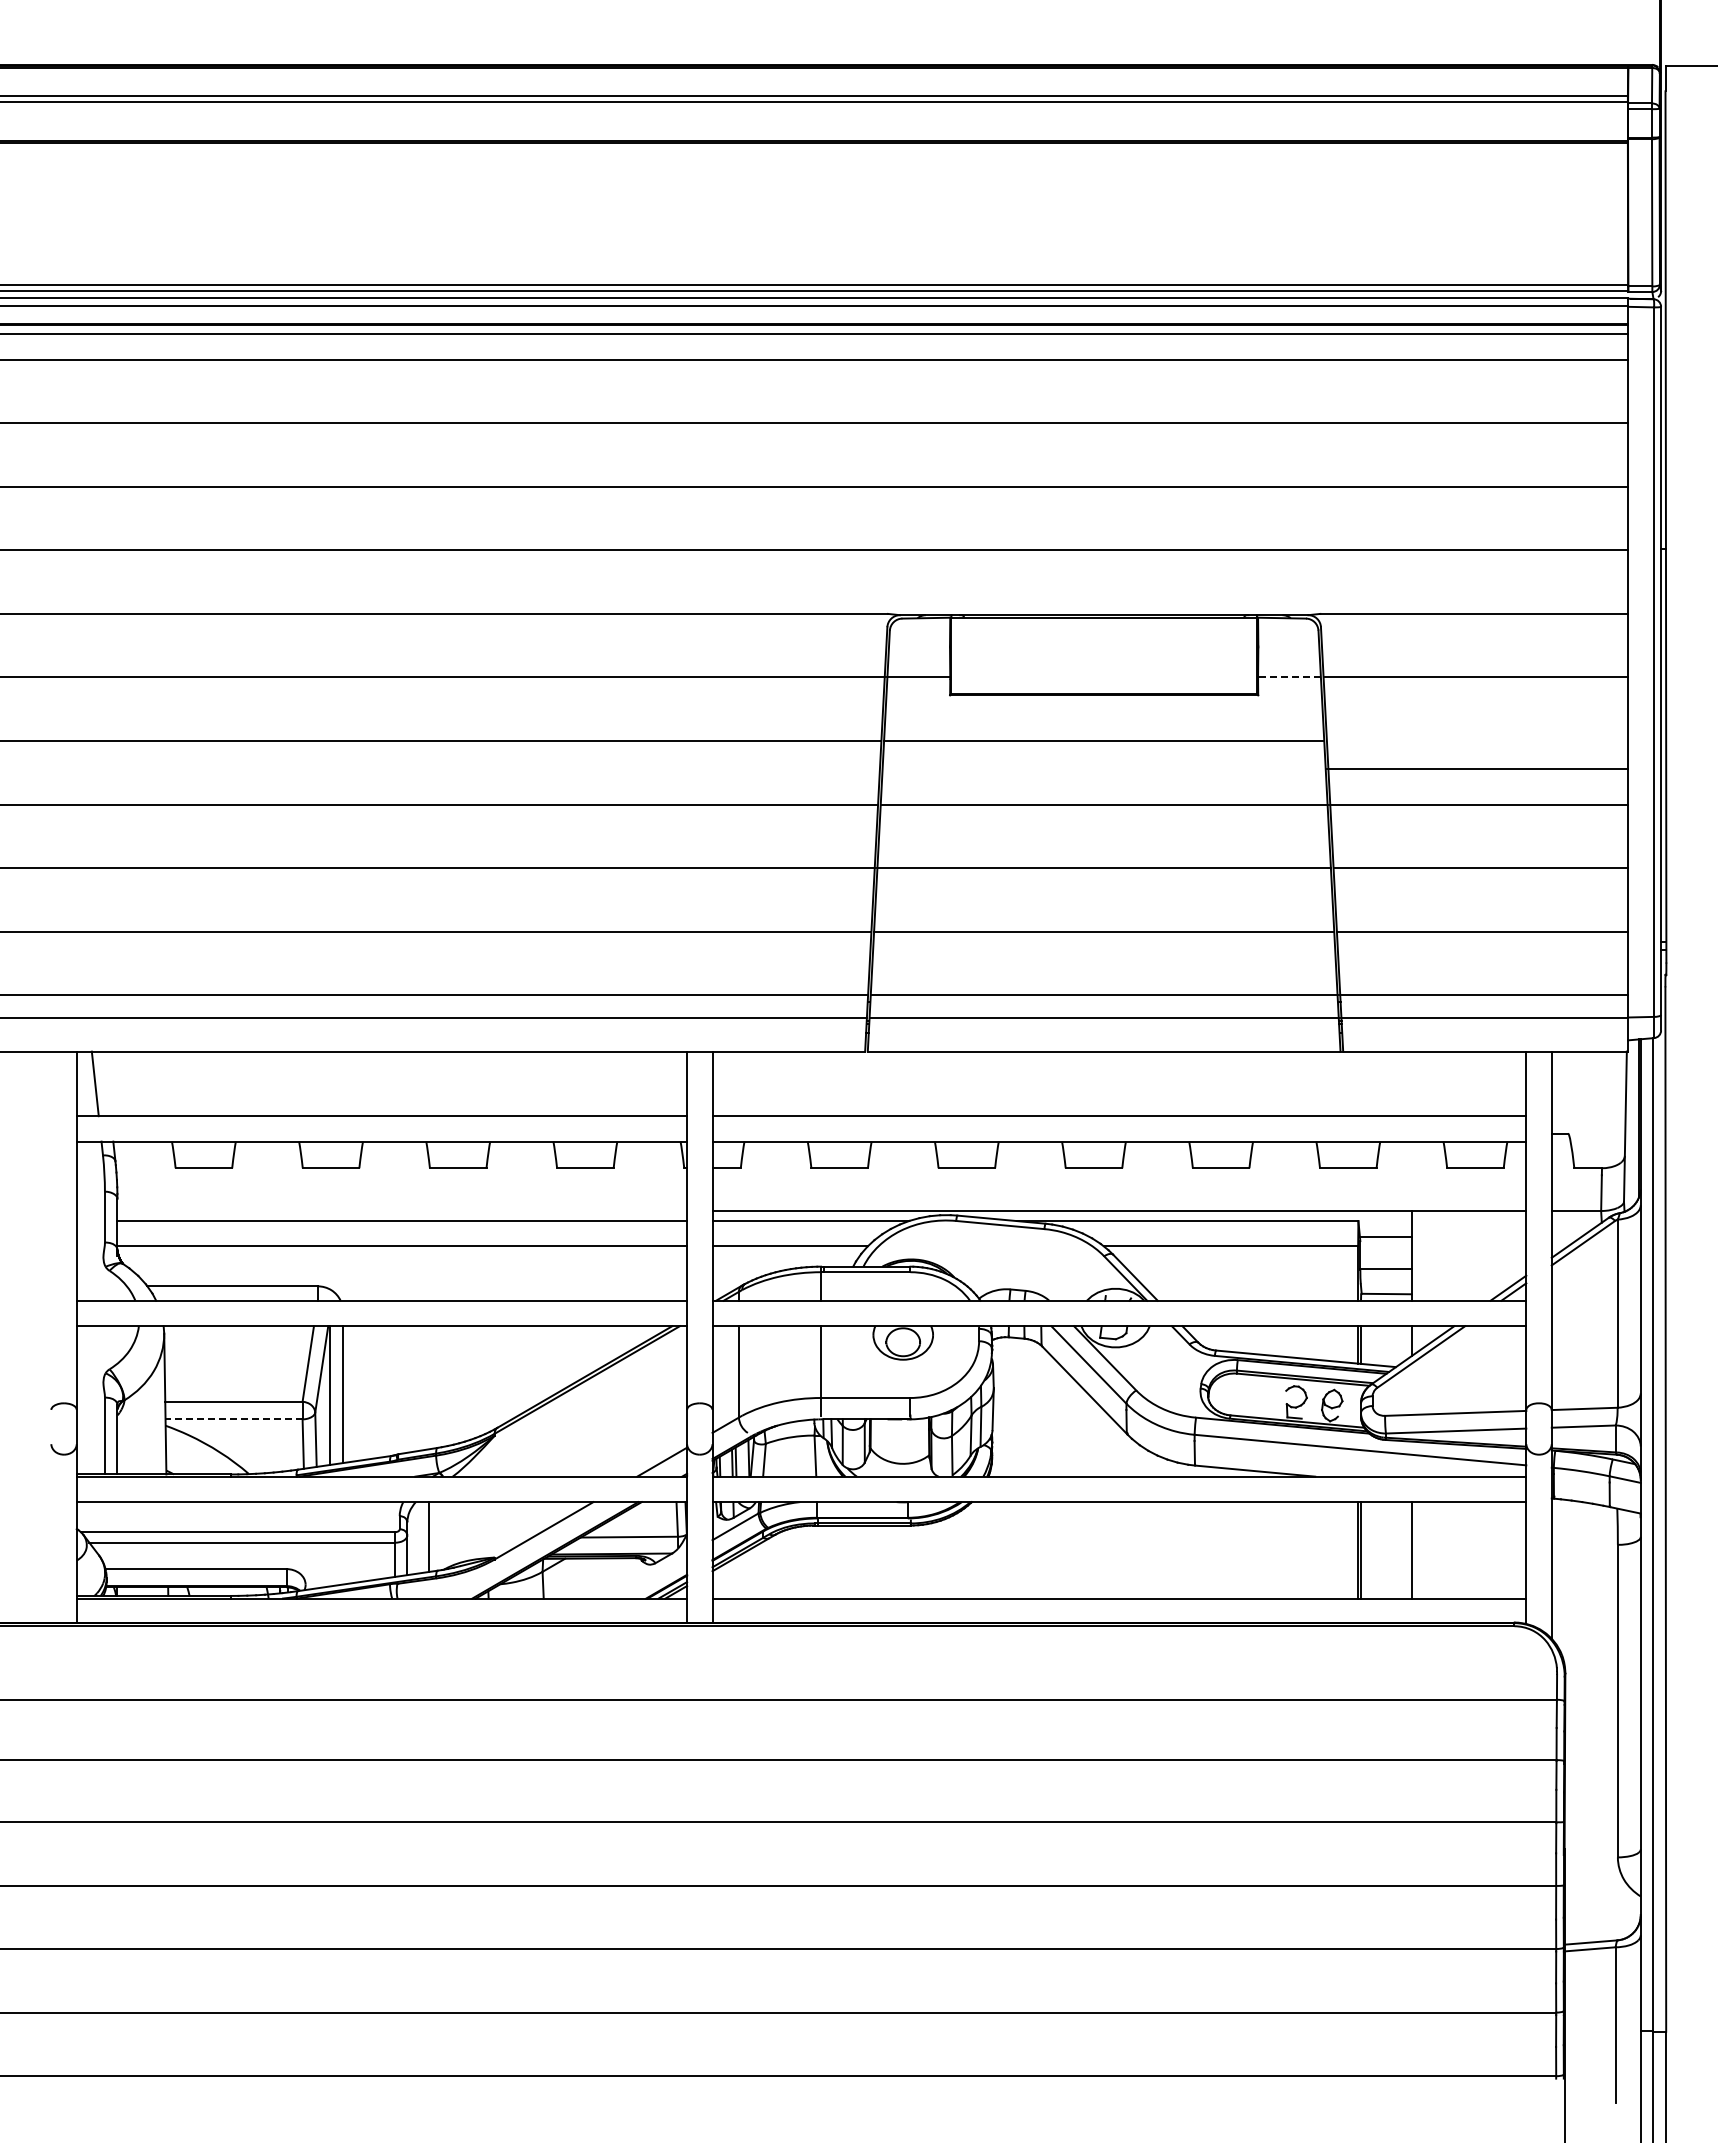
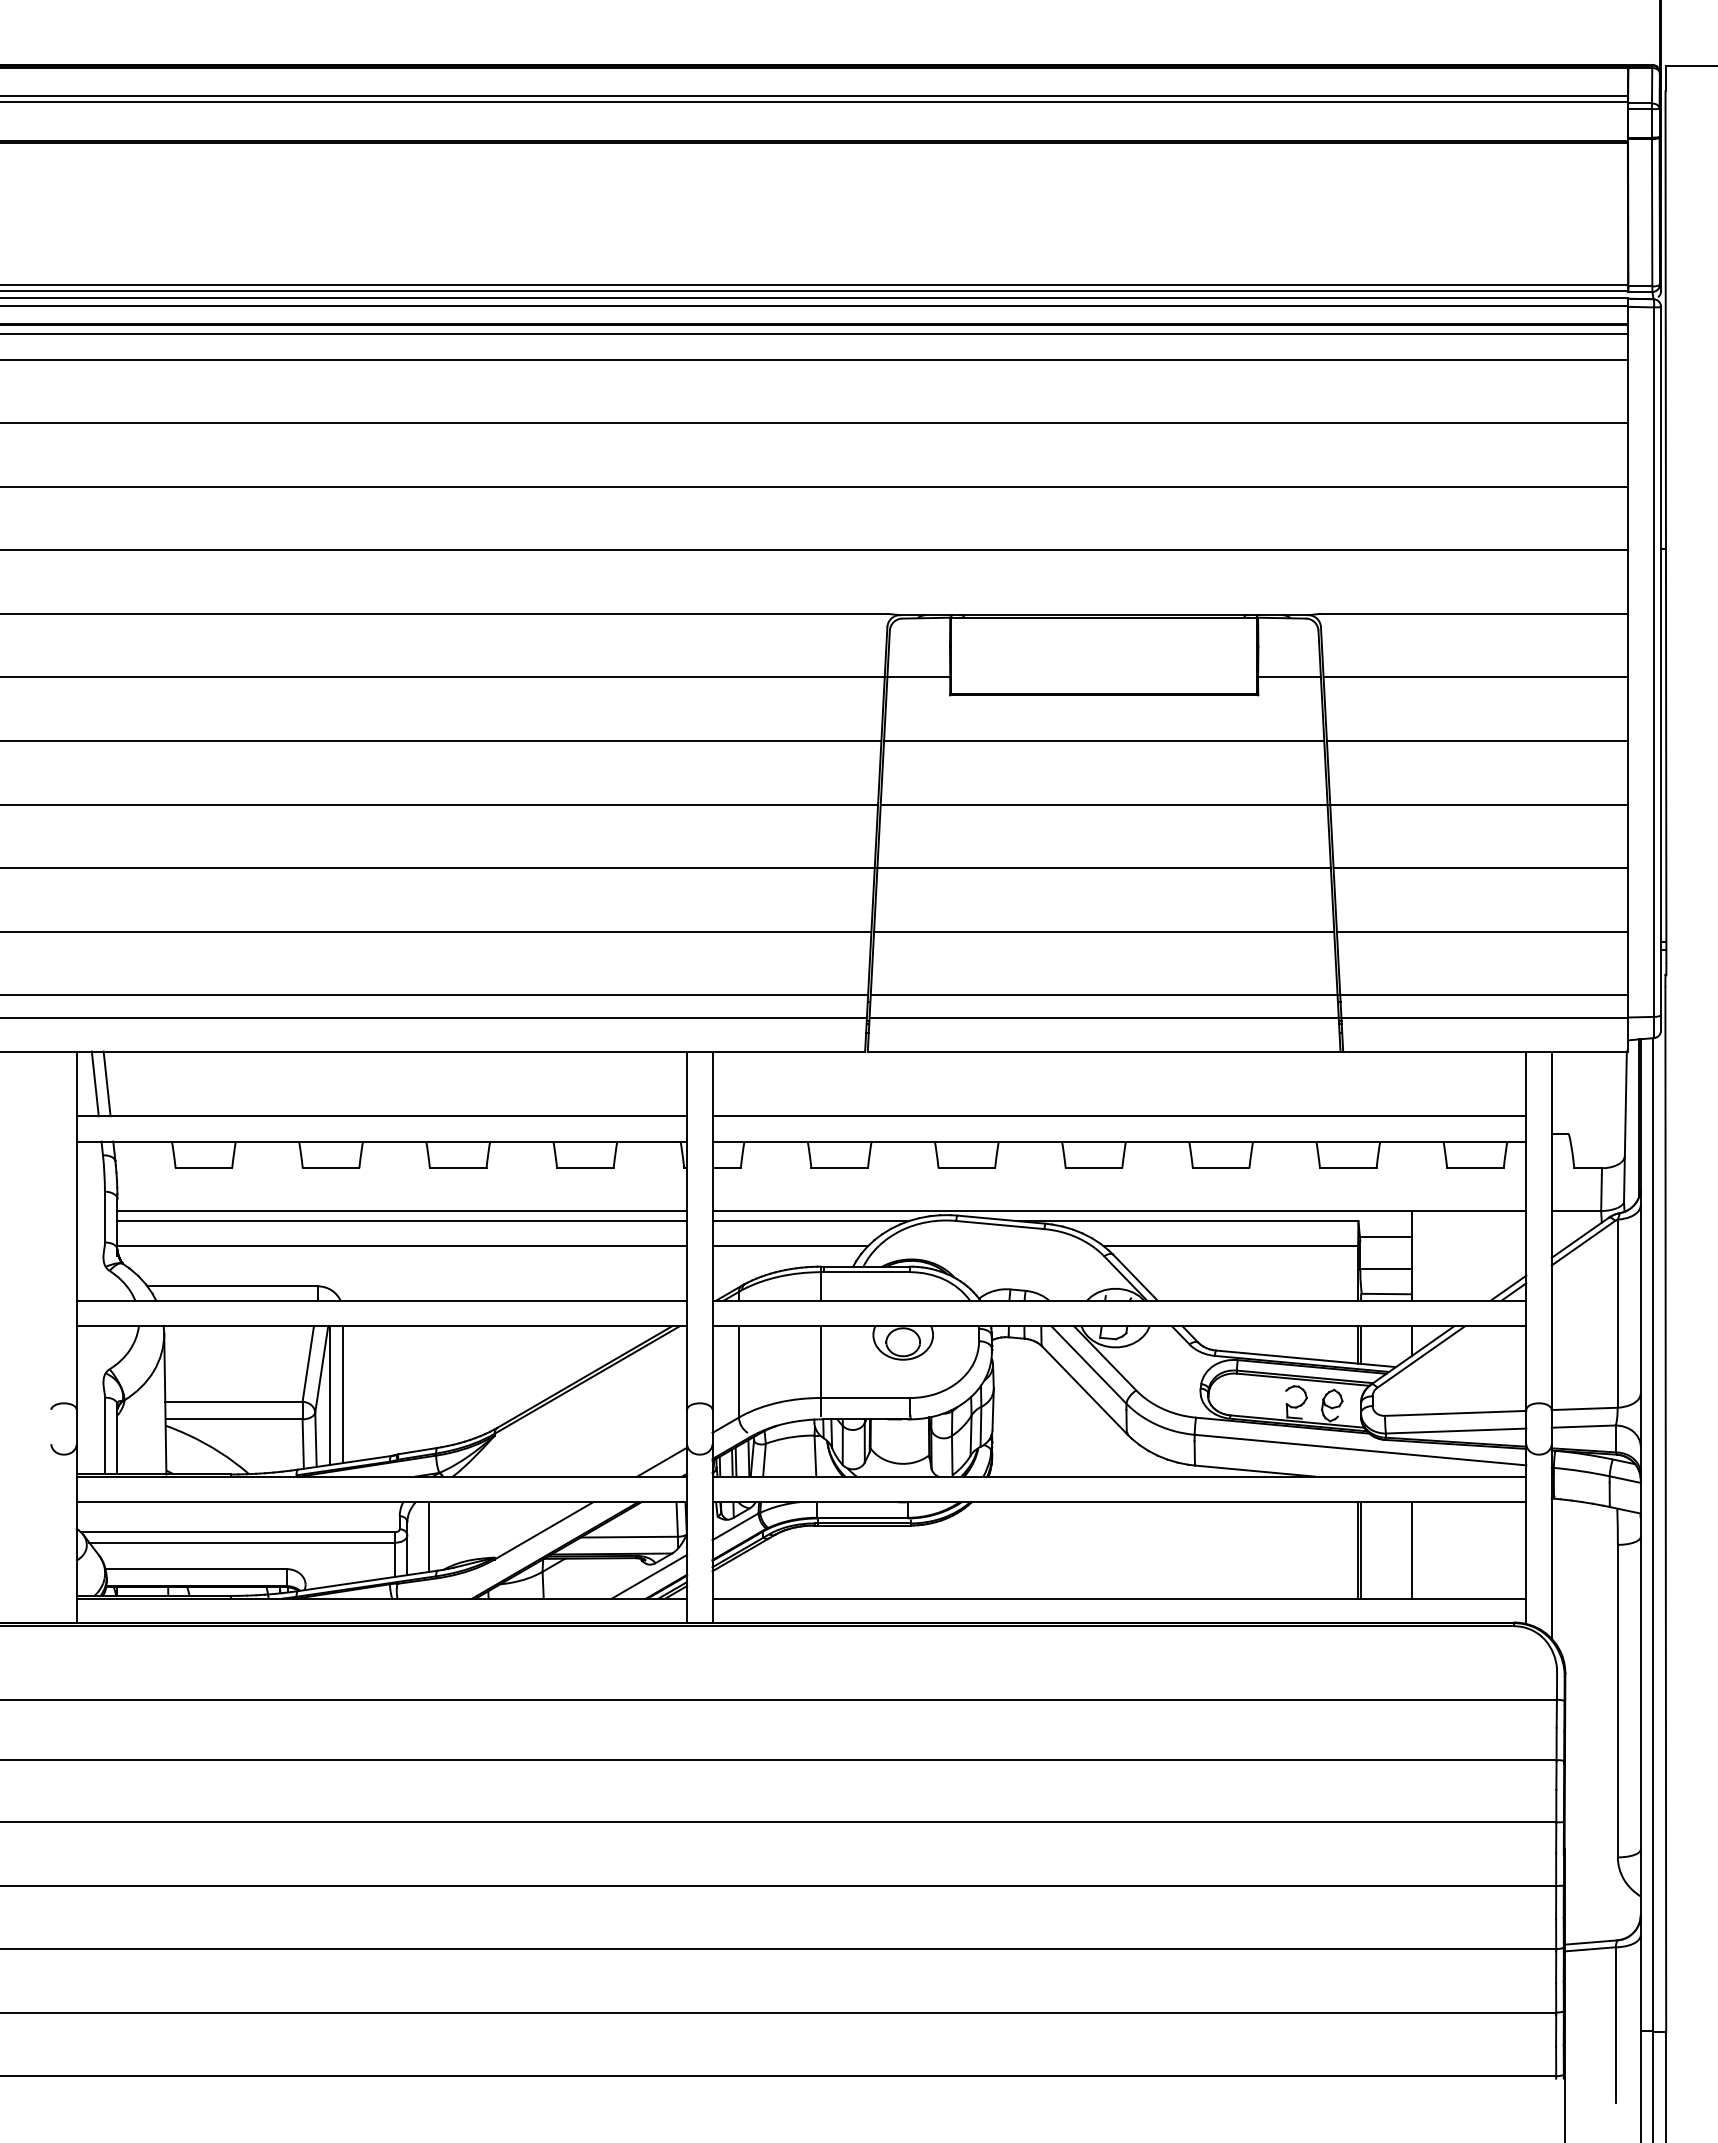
line at (1289, 677): dashed -> solid
line at (1477, 769) position: (1477, 769) -> (1477, 741)
line at (106, 1083): none -> present
line at (402, 1211): none -> present
line at (234, 1419): dashed -> solid
line at (649, 1576): none -> present
